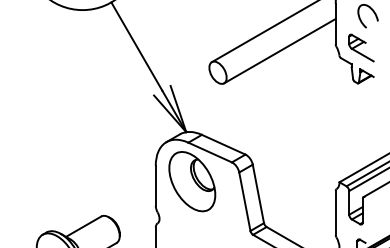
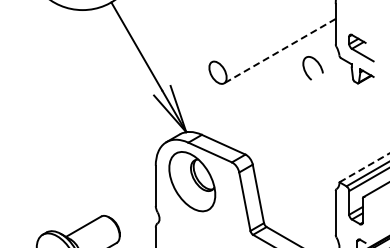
curve at (361, 19) position: (361, 19) -> (306, 71)
line at (263, 32): present -> none
line at (279, 51): solid -> dashed
line at (364, 167): solid -> dashed
